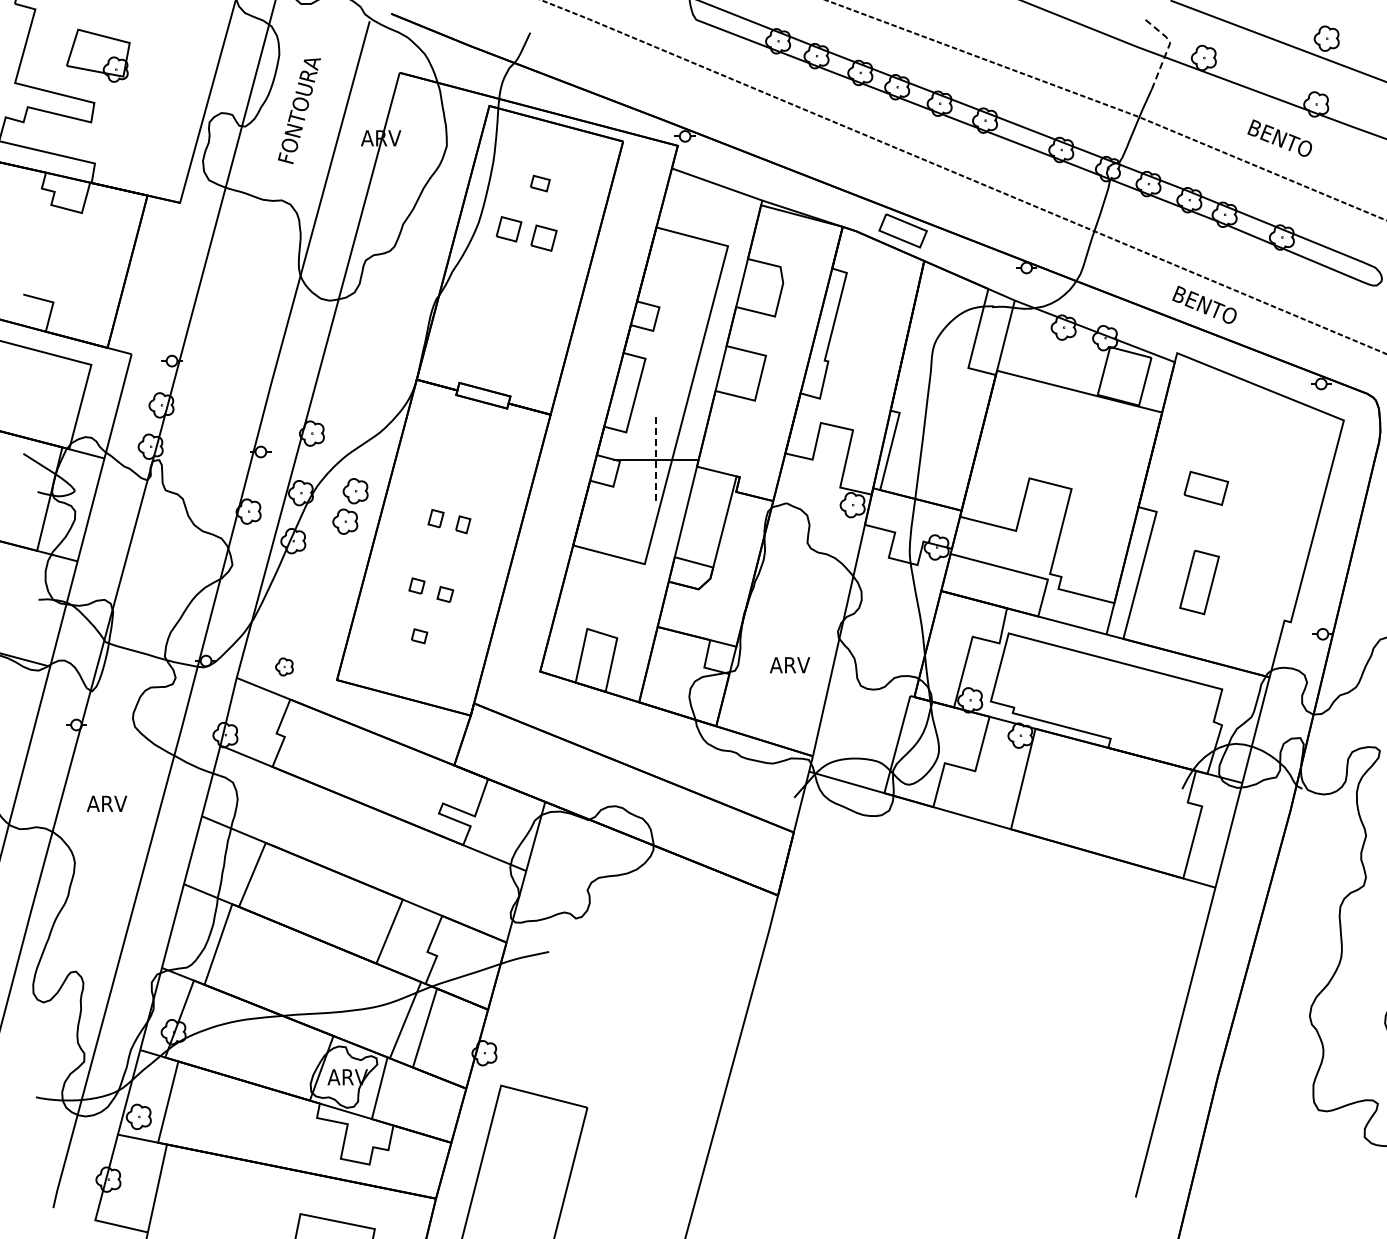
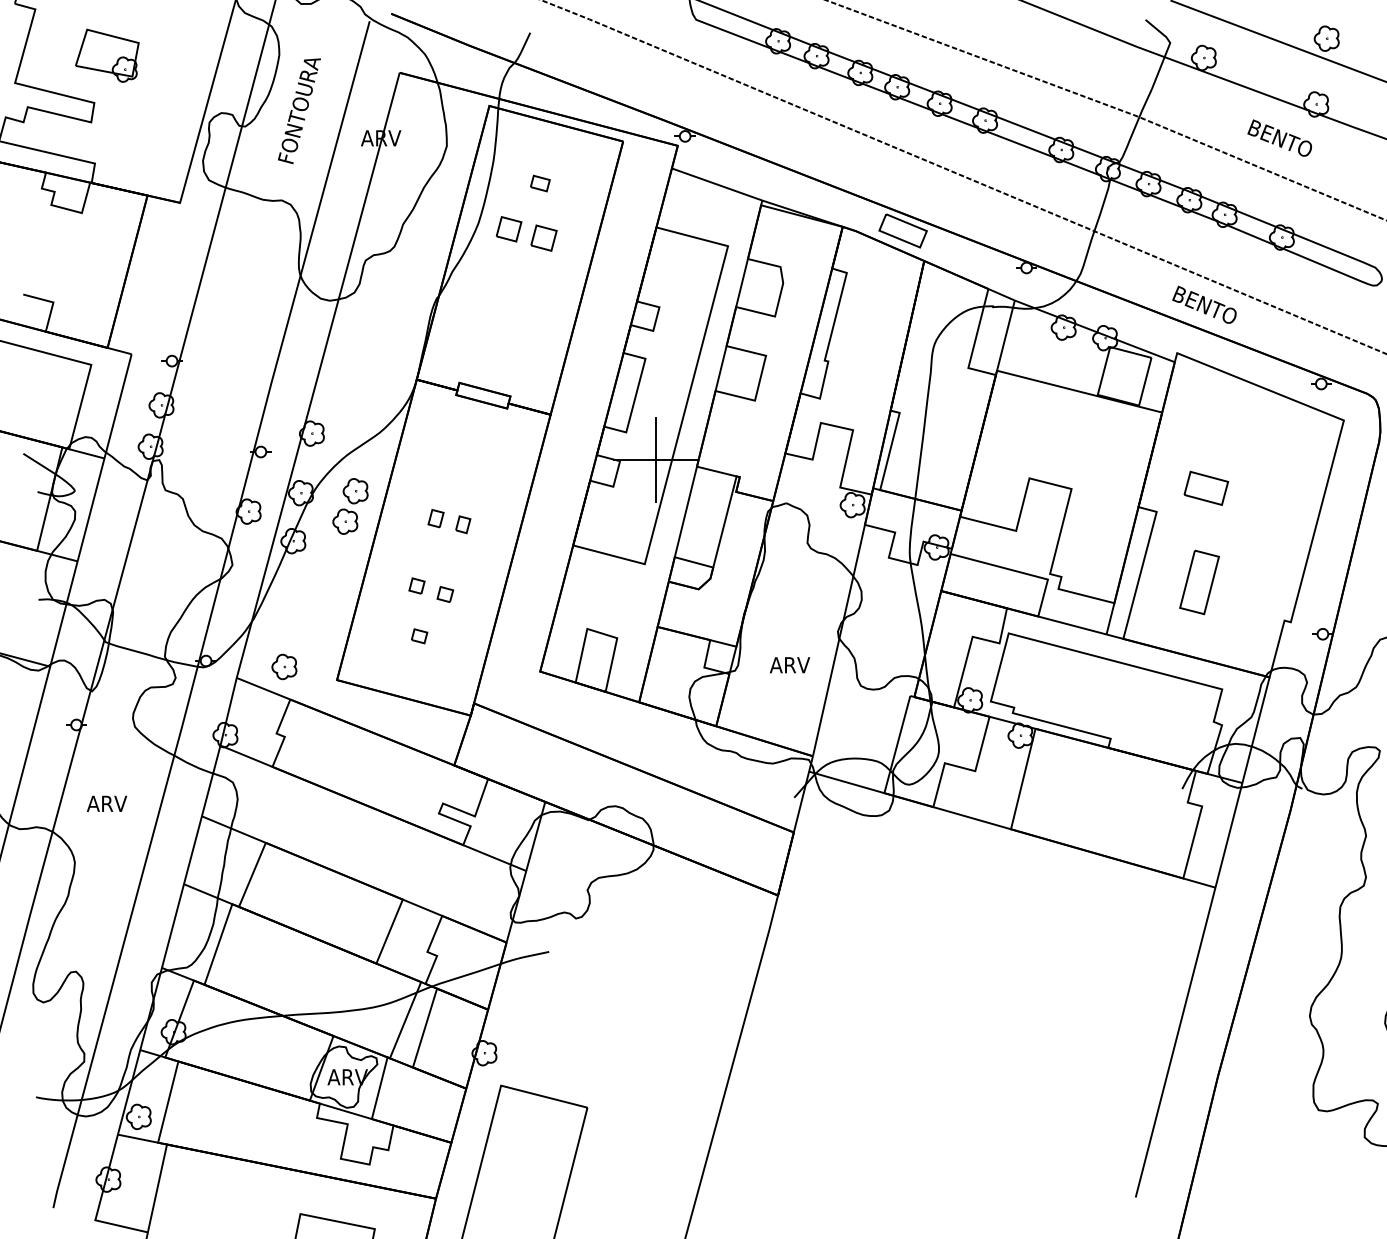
line at (1168, 48): dashed -> solid
part at (98, 55) position: (98, 55) -> (107, 55)
line at (656, 459): dashed -> solid
part at (284, 666) size: 19x20 px -> 27x28 px
